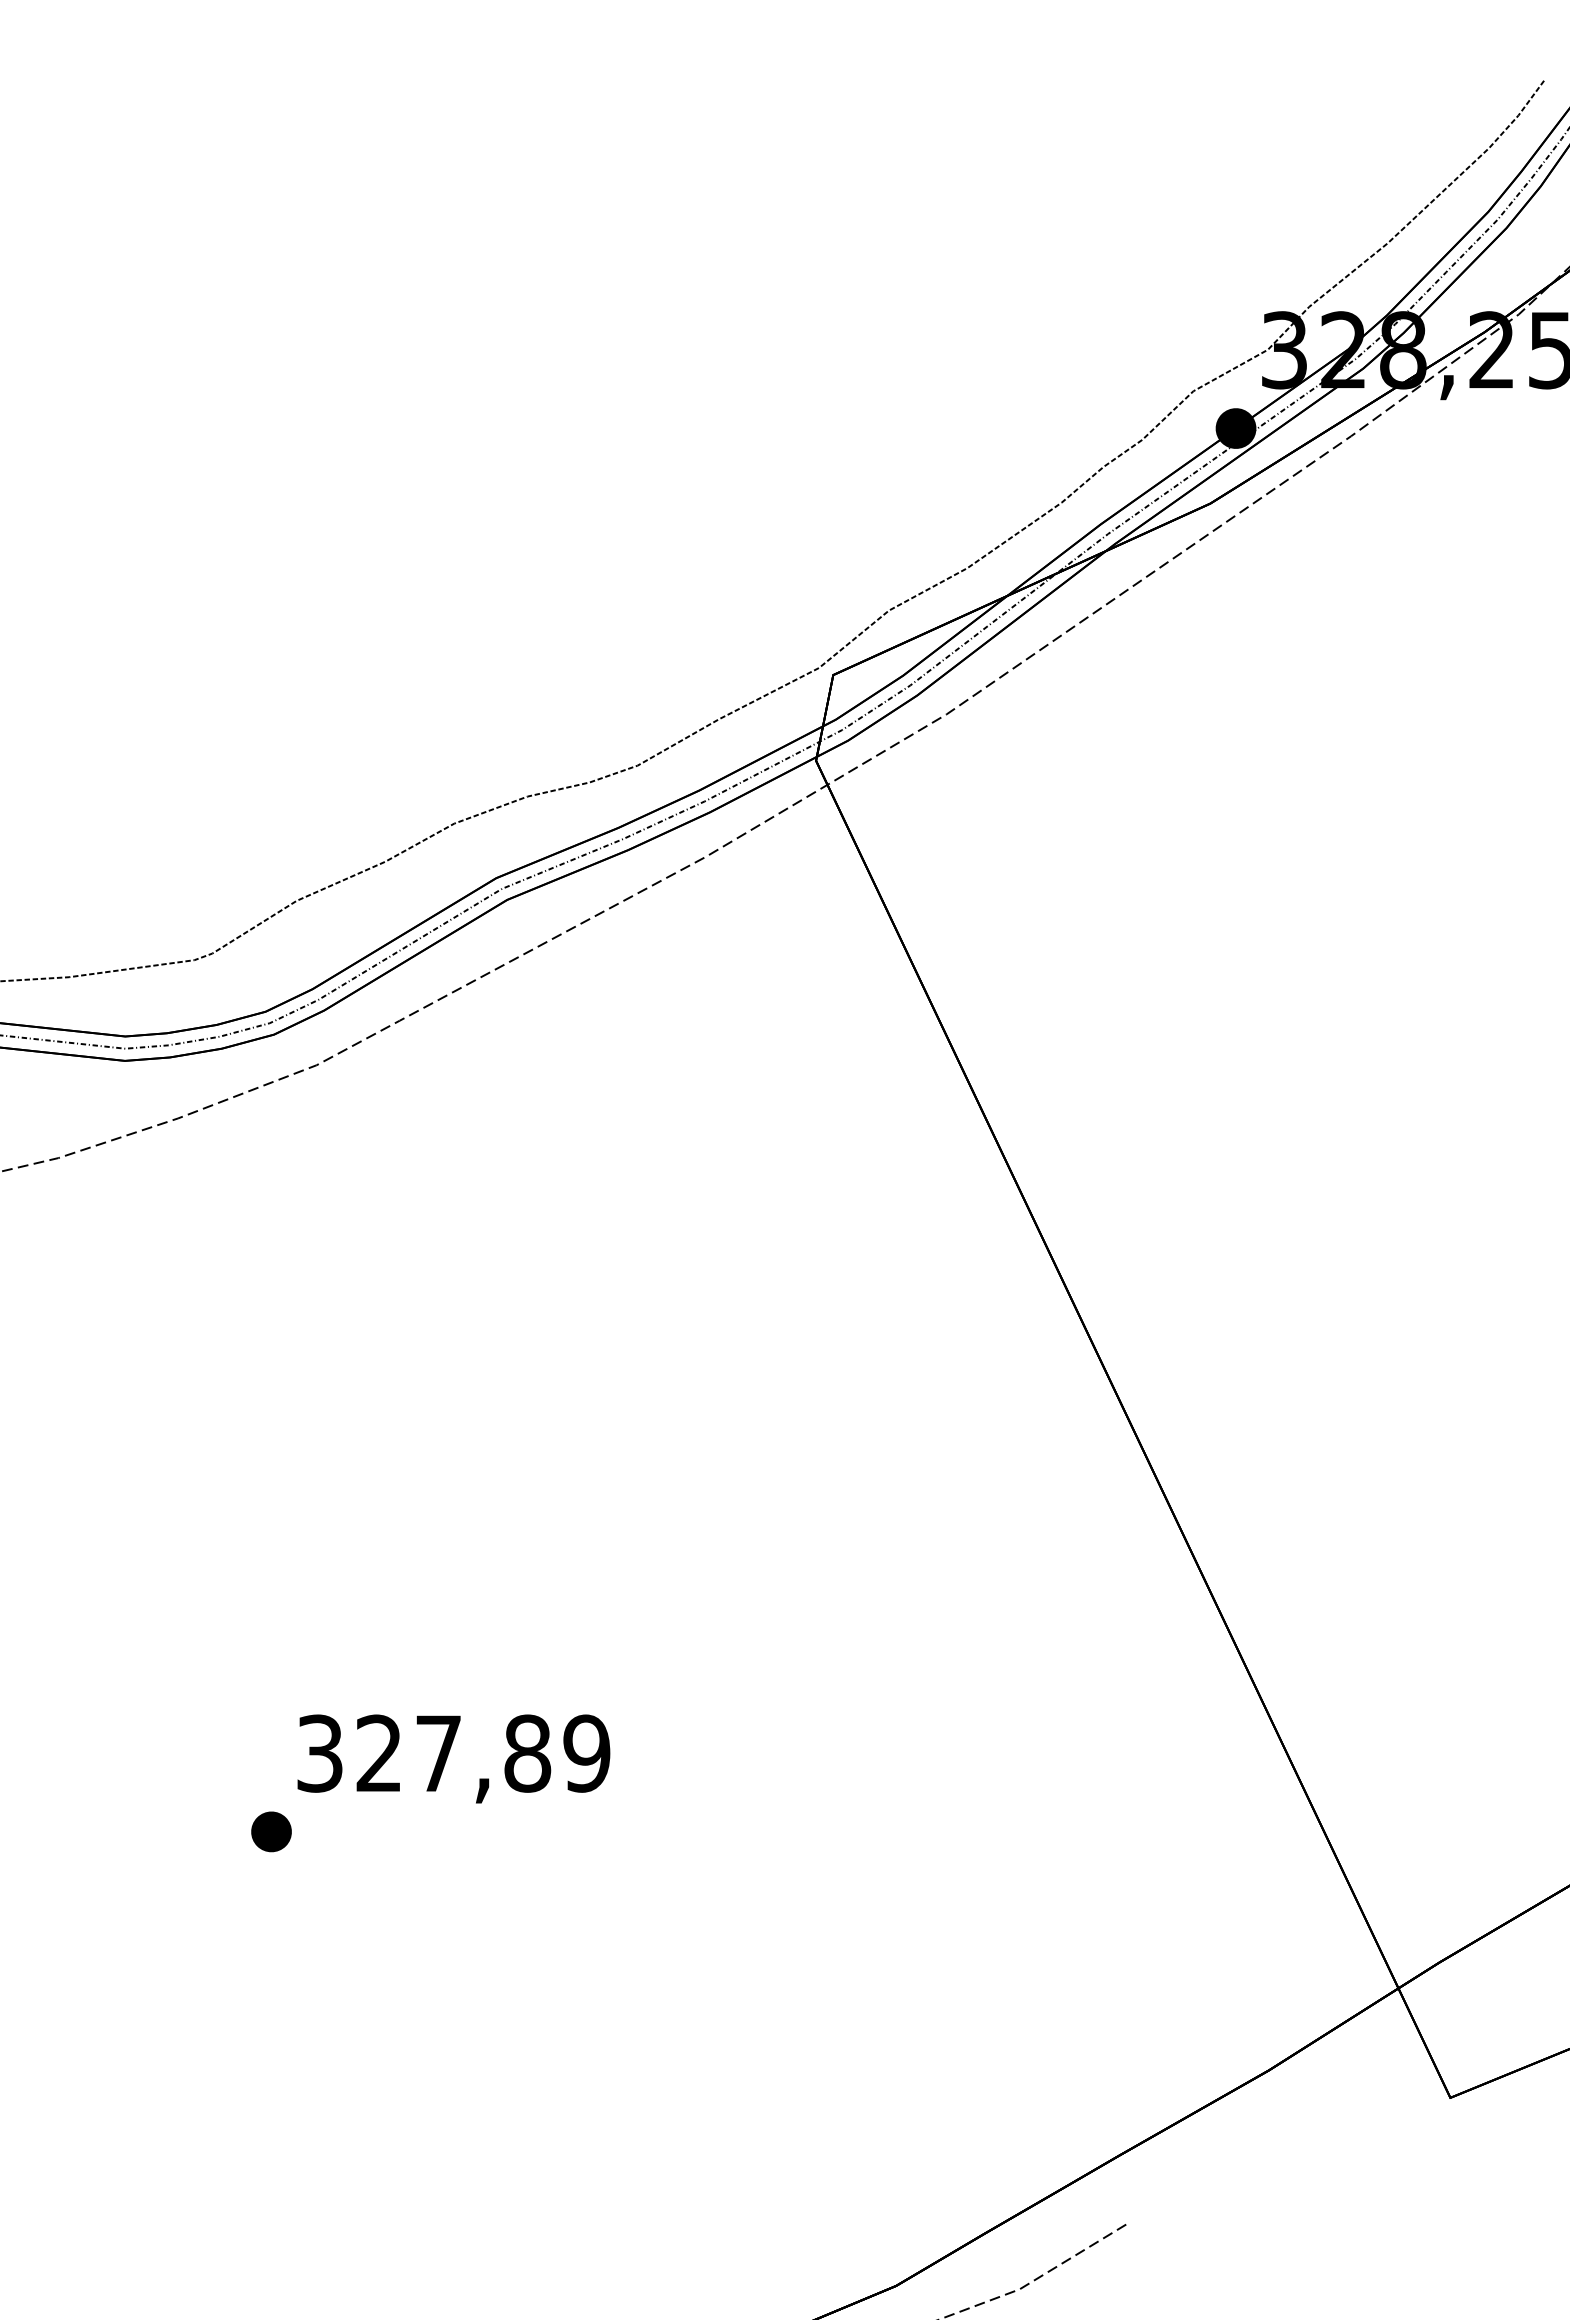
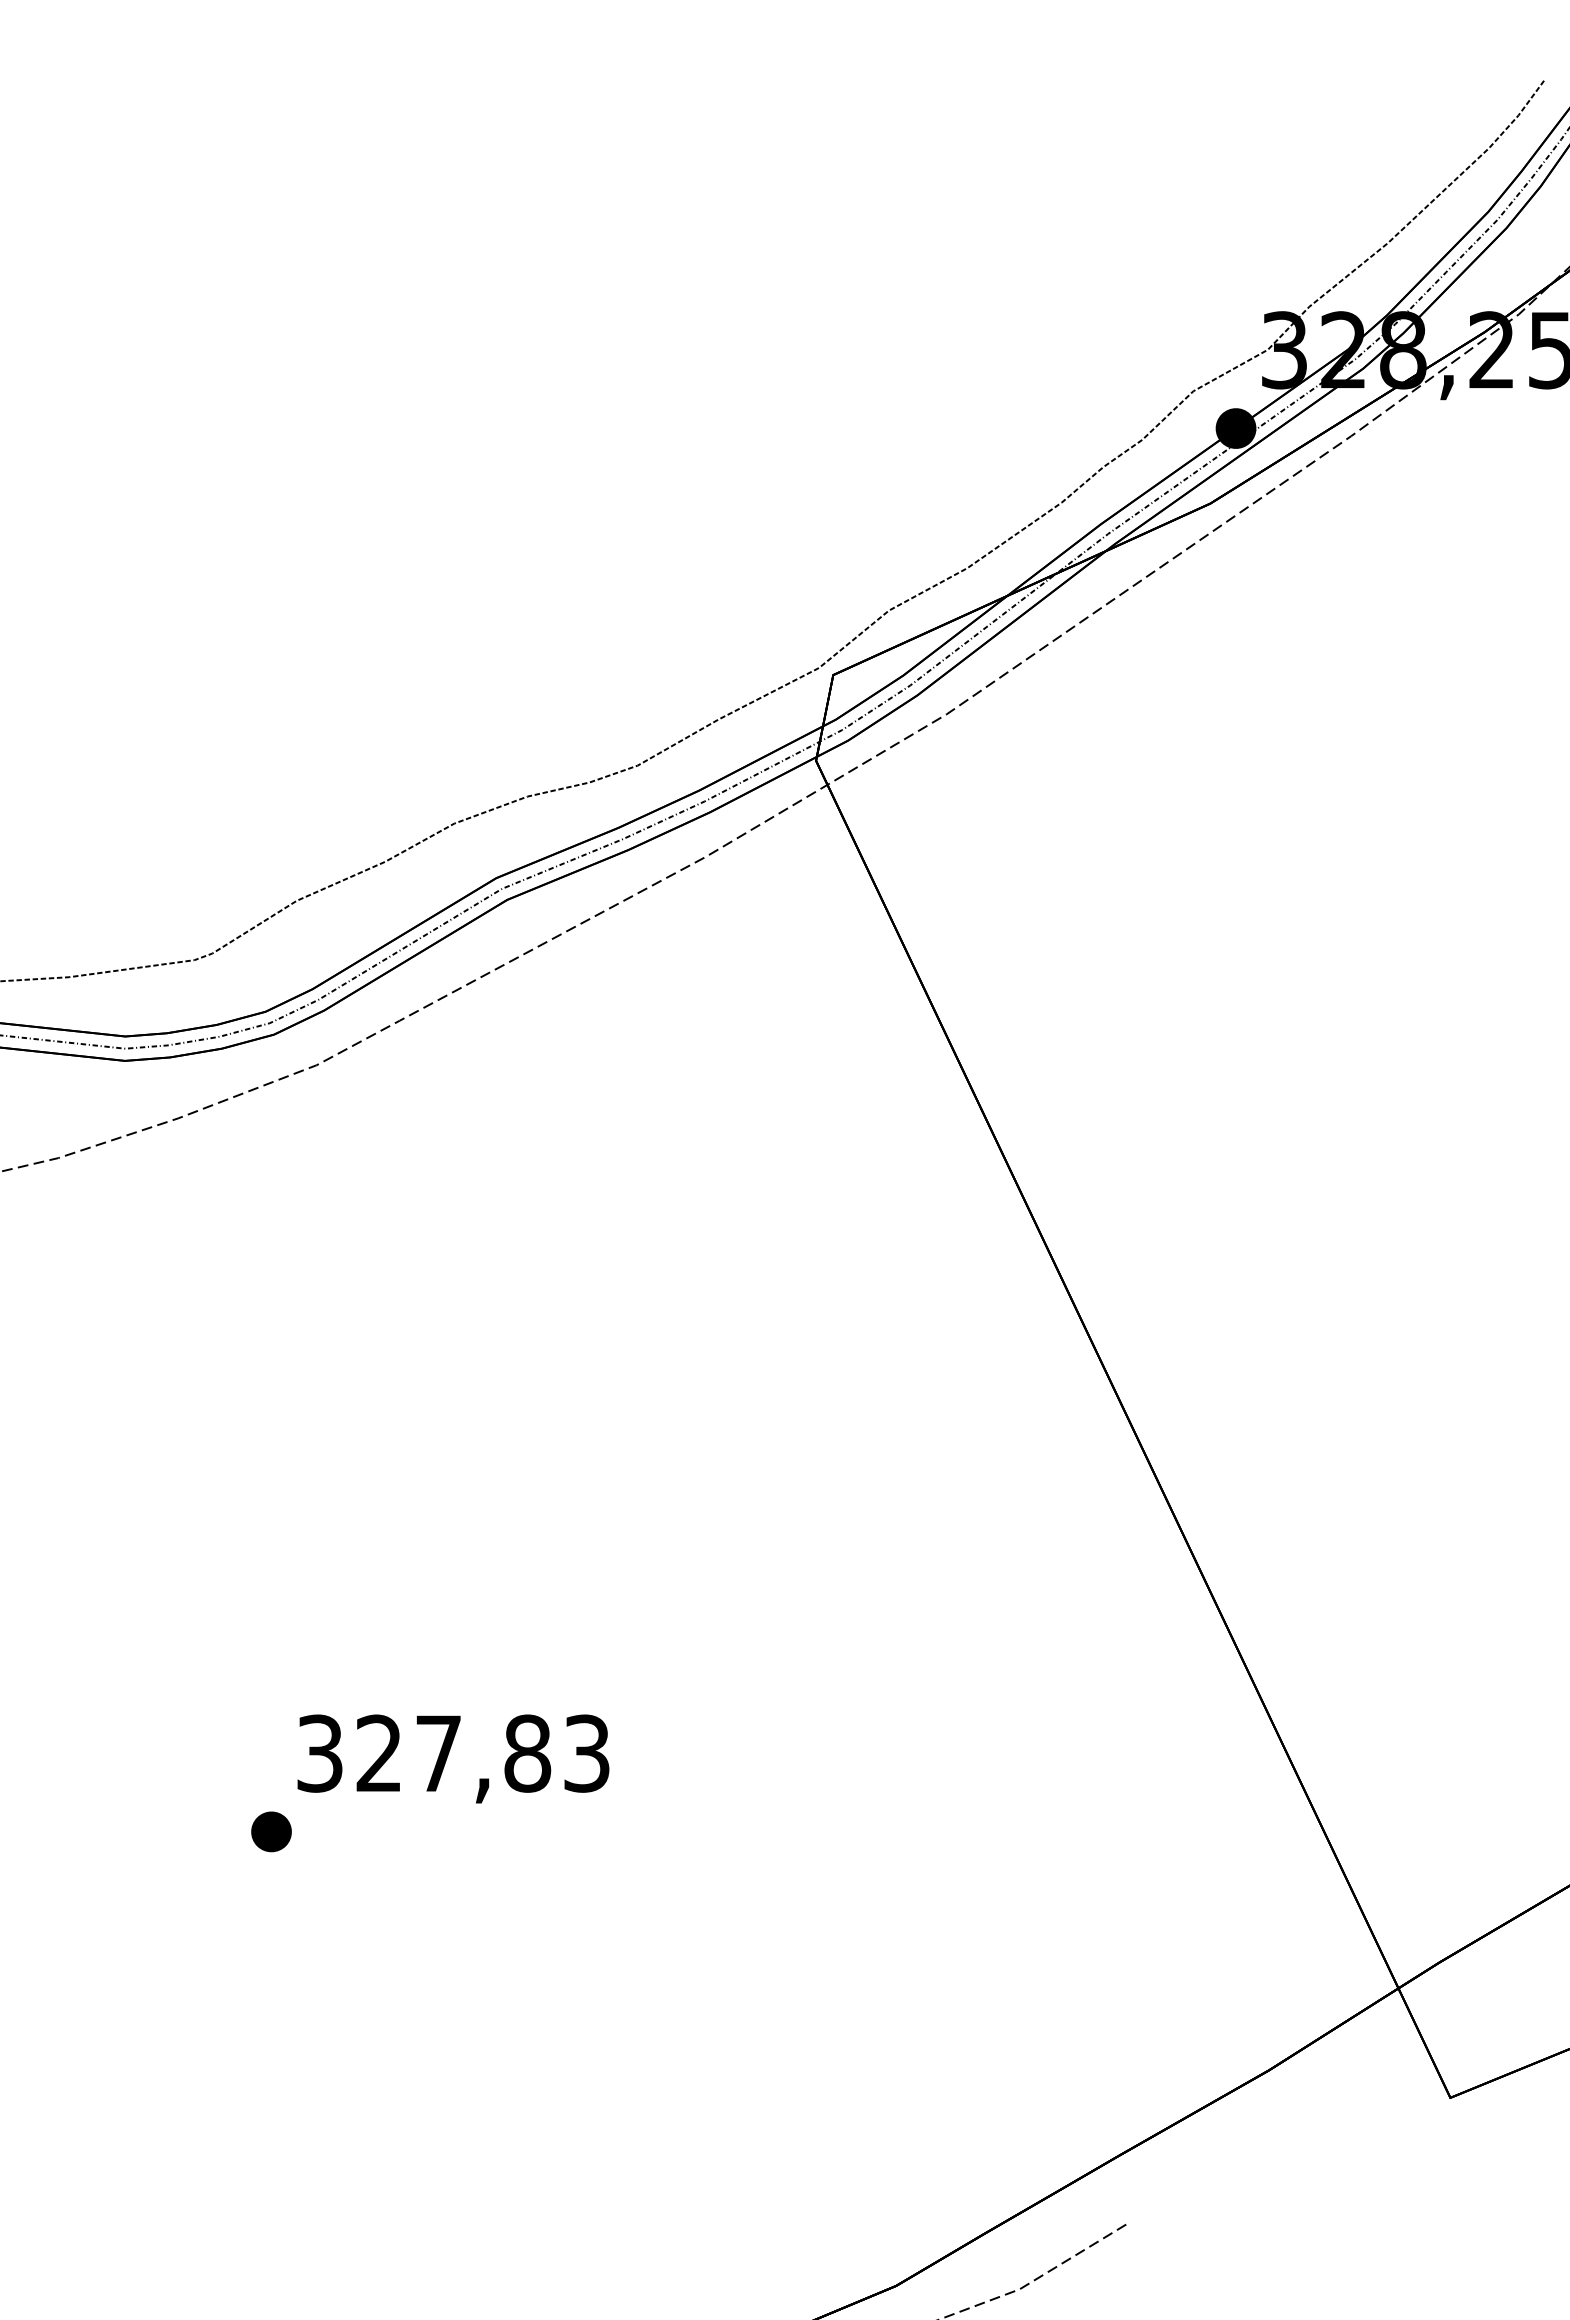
text at (586, 1753): 327,89 -> 327,83
